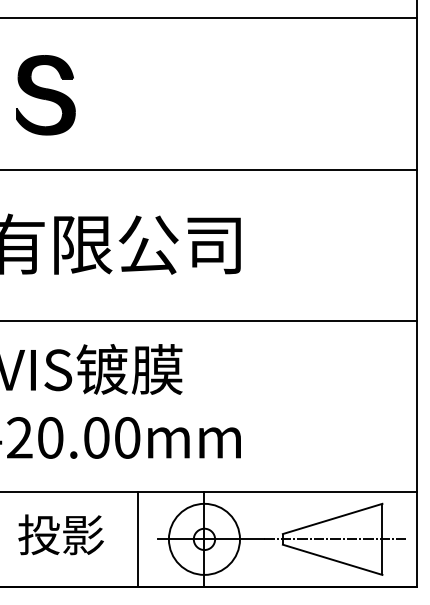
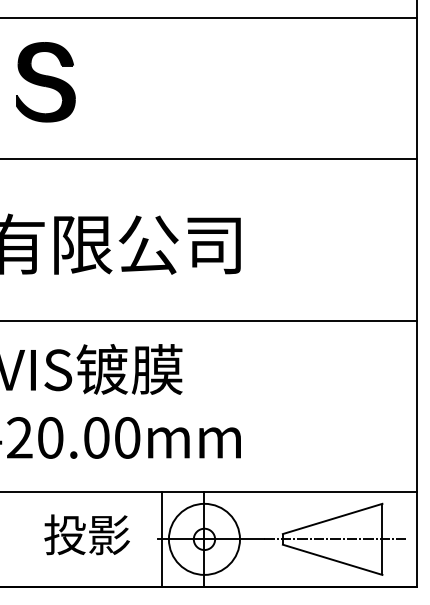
part at (45, 95) position: (45, 95) -> (45, 82)
line at (209, 169) position: (209, 169) -> (209, 158)
text at (60, 534) position: (60, 534) -> (86, 534)
line at (137, 538) position: (137, 538) -> (161, 538)
